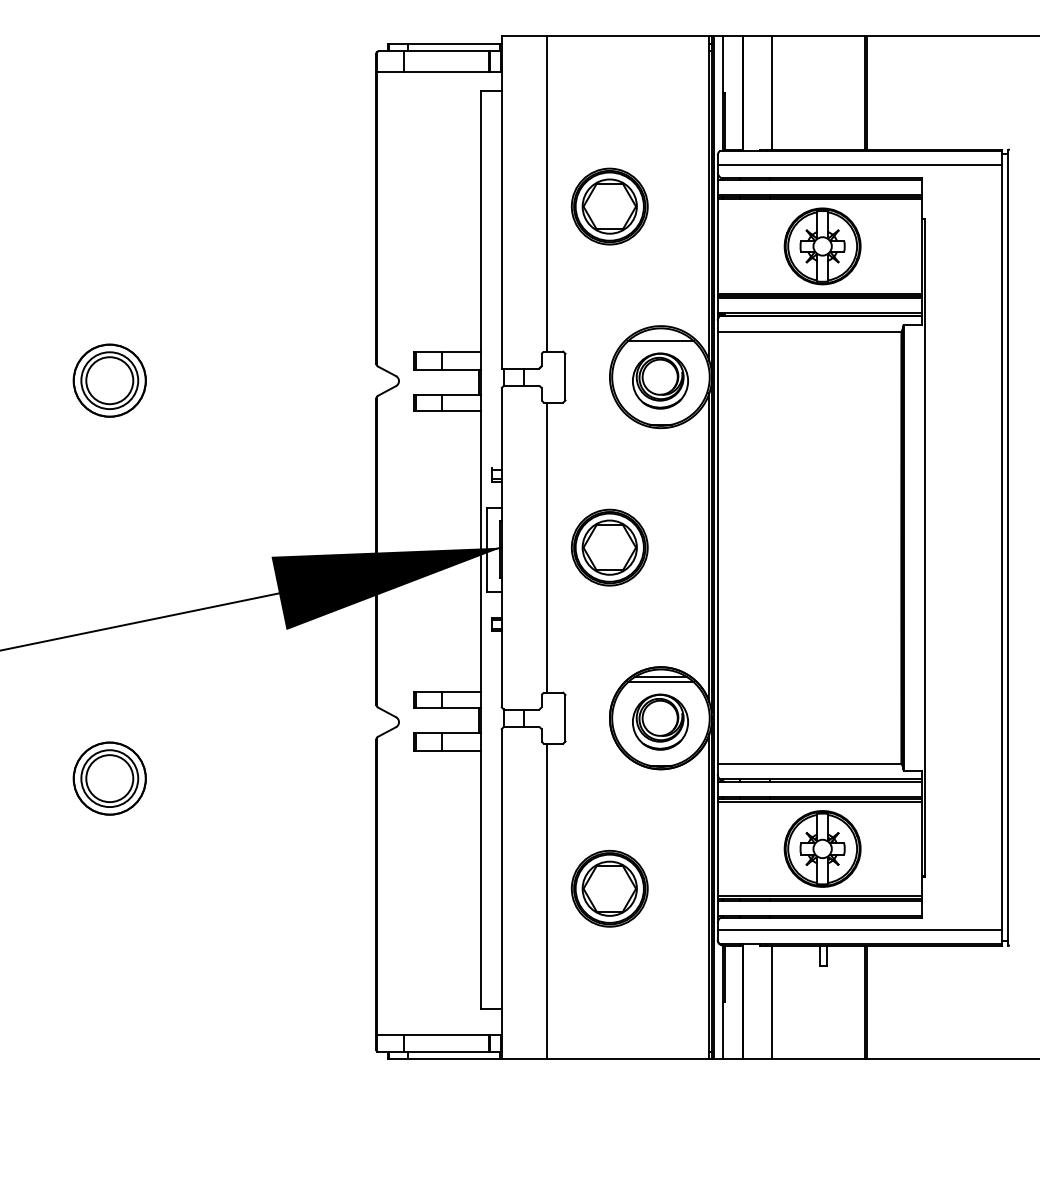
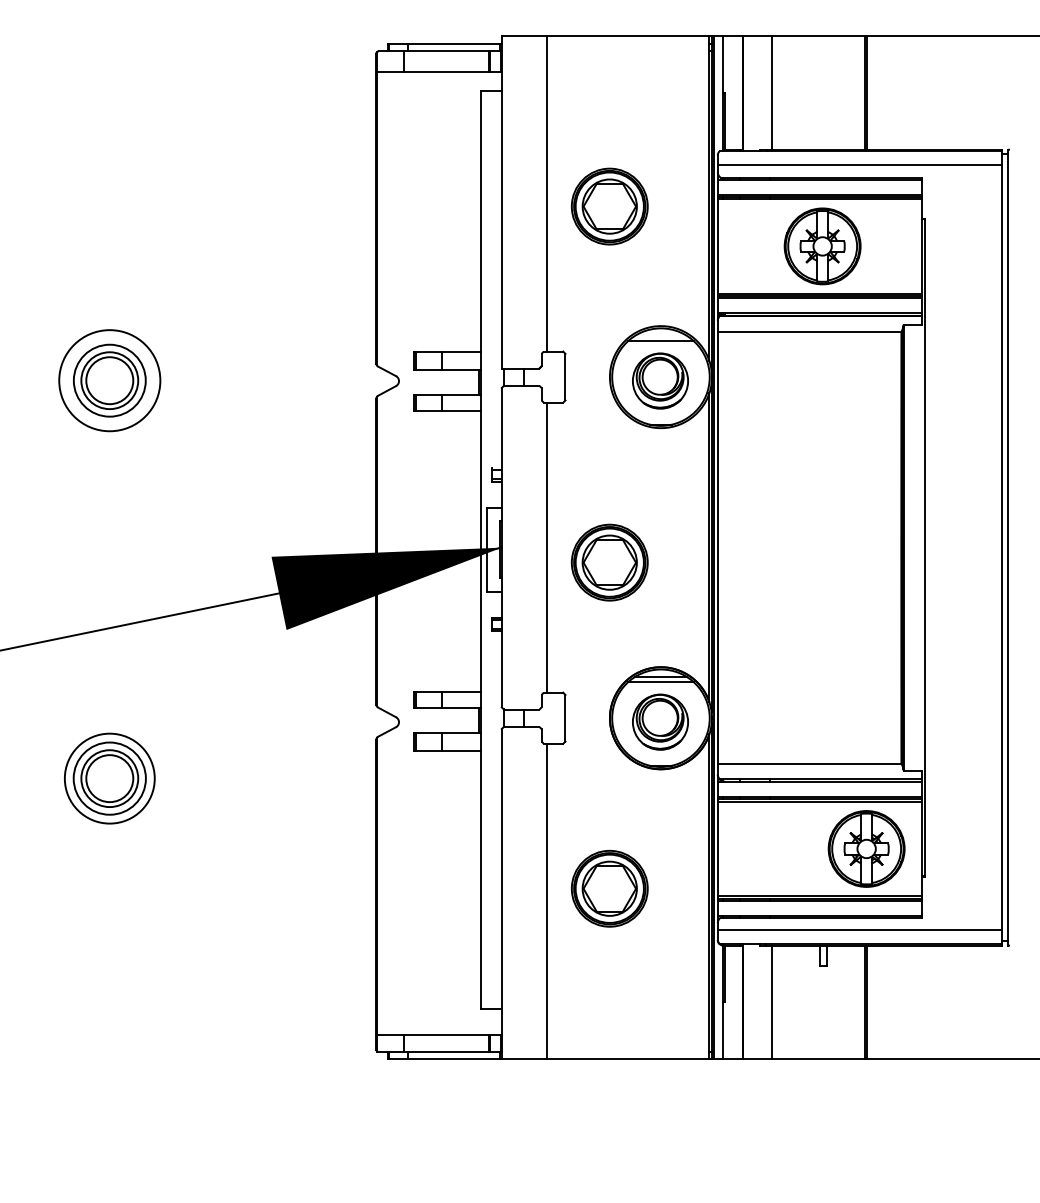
circle at (109, 380) diameter: 72 px -> 101 px
part at (609, 547) position: (609, 547) -> (609, 562)
circle at (109, 778) diameter: 72 px -> 90 px
part at (822, 848) position: (822, 848) -> (866, 848)
